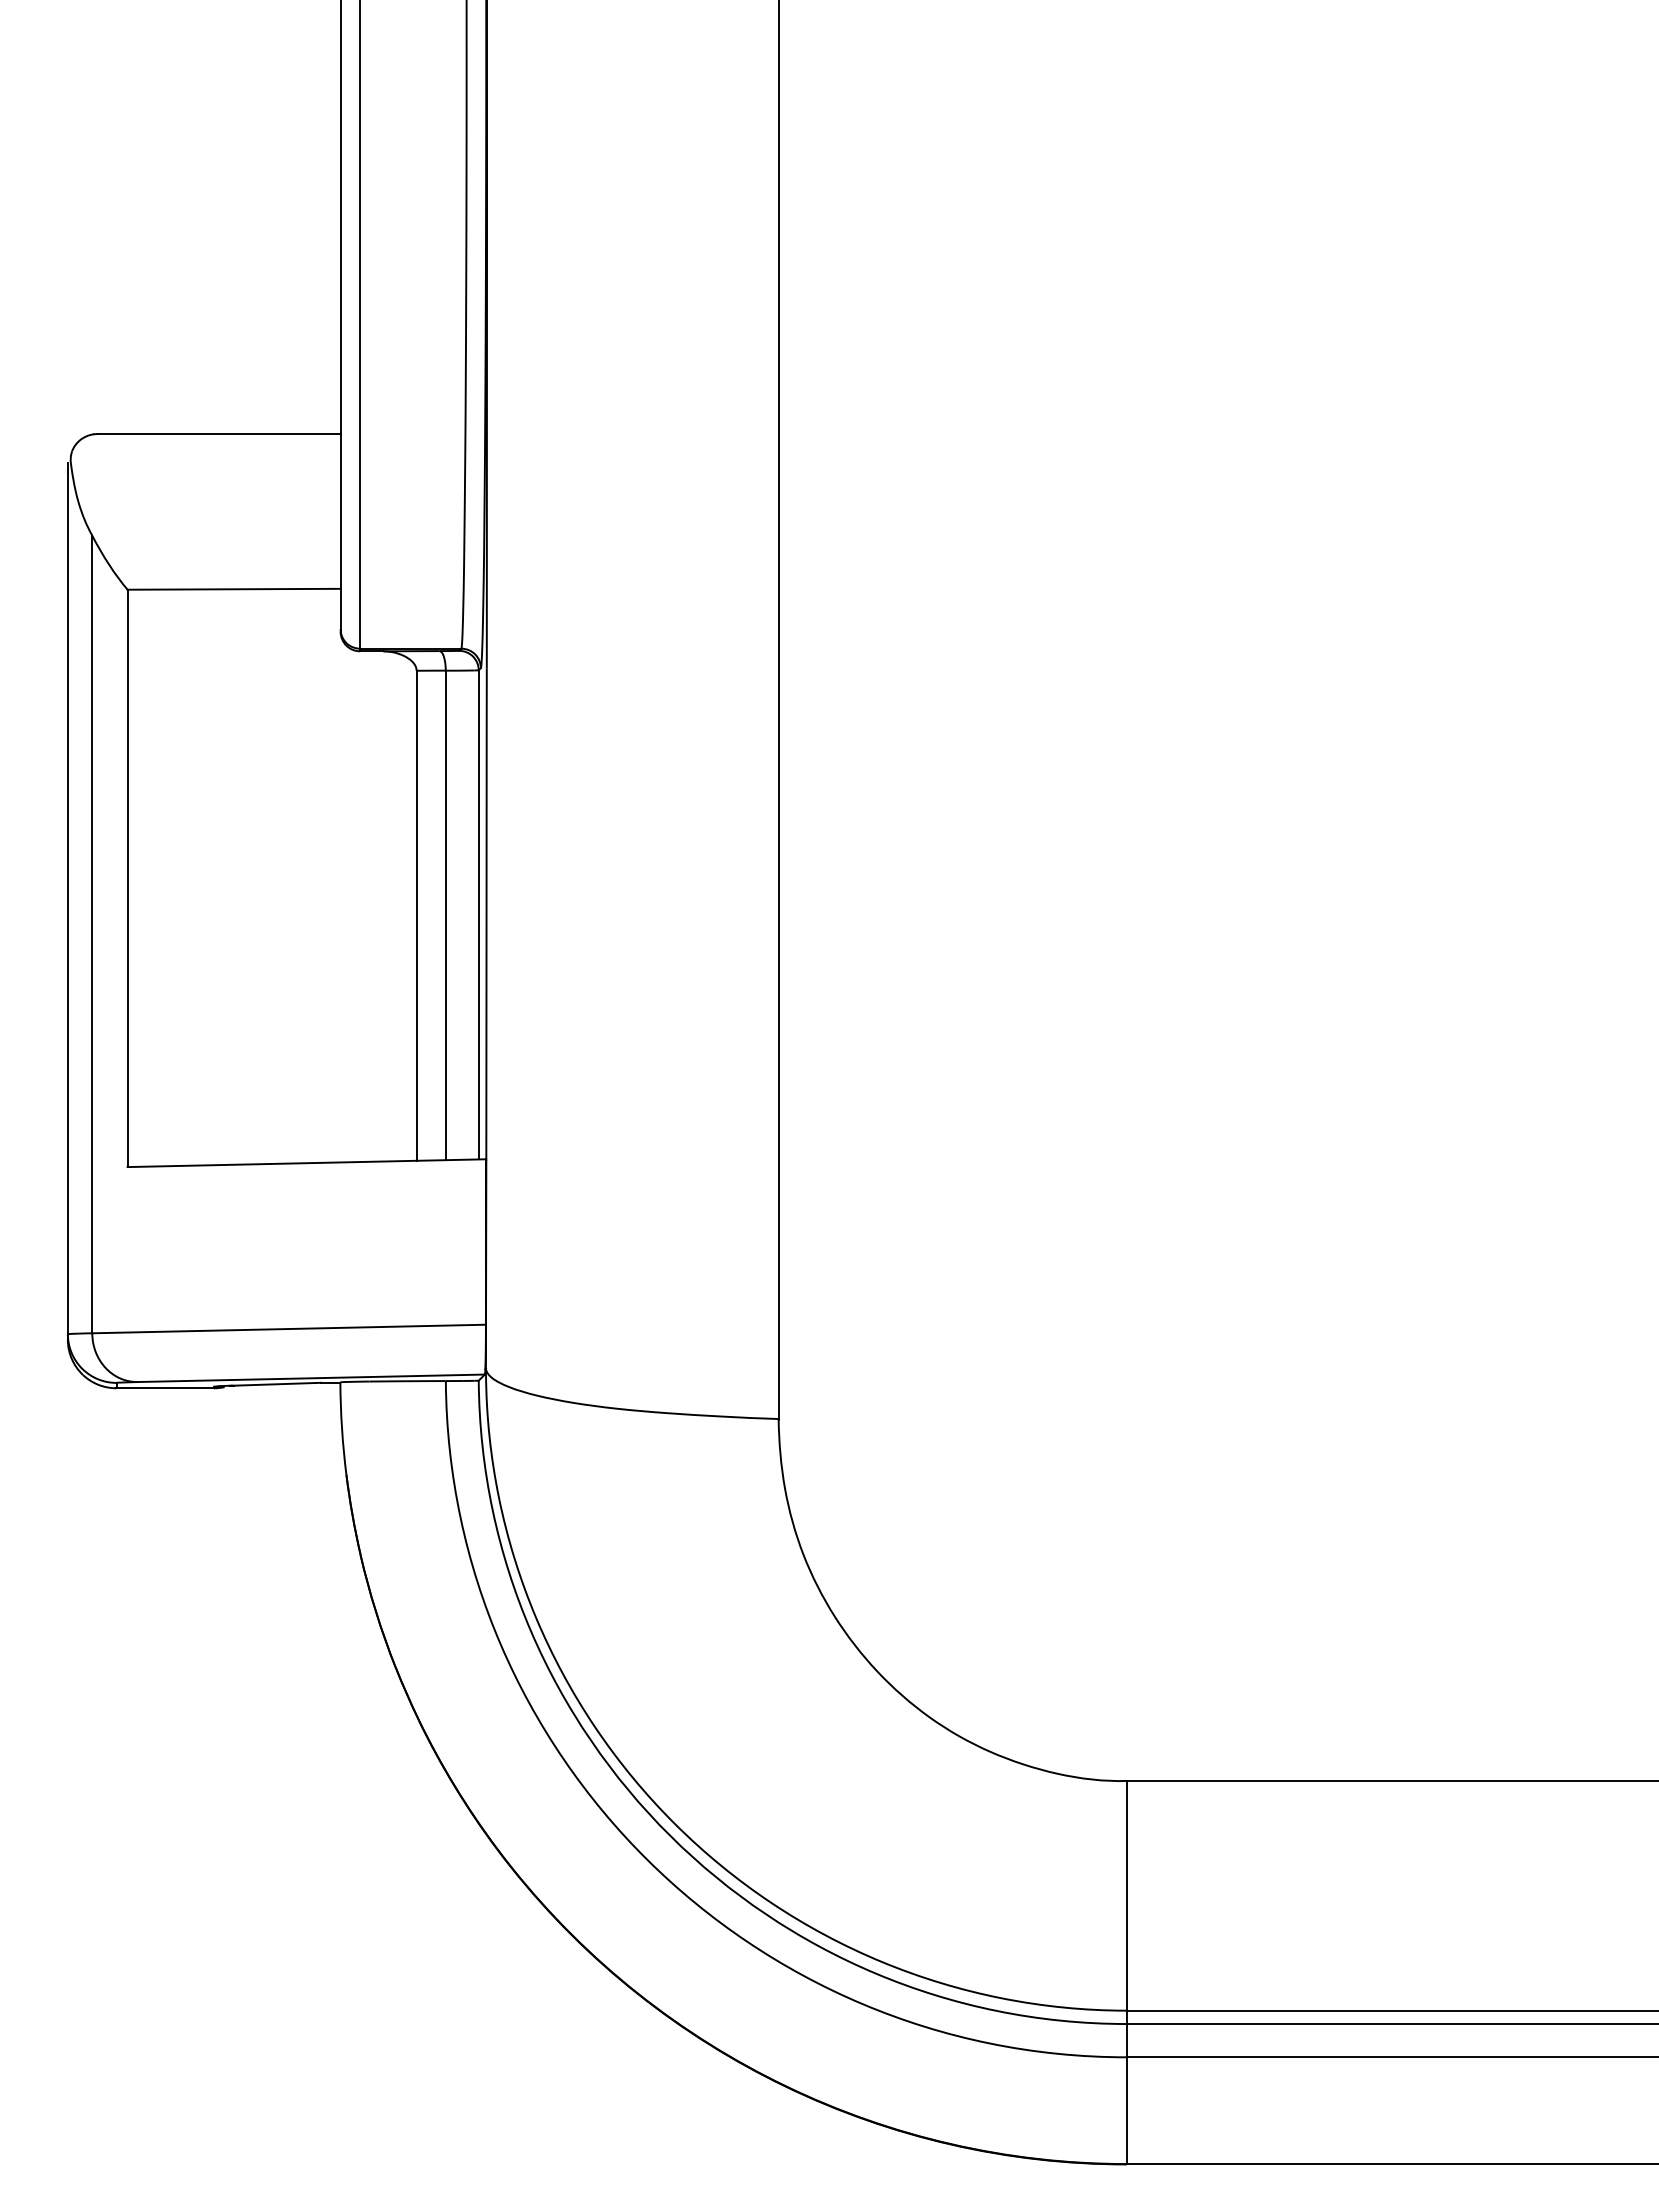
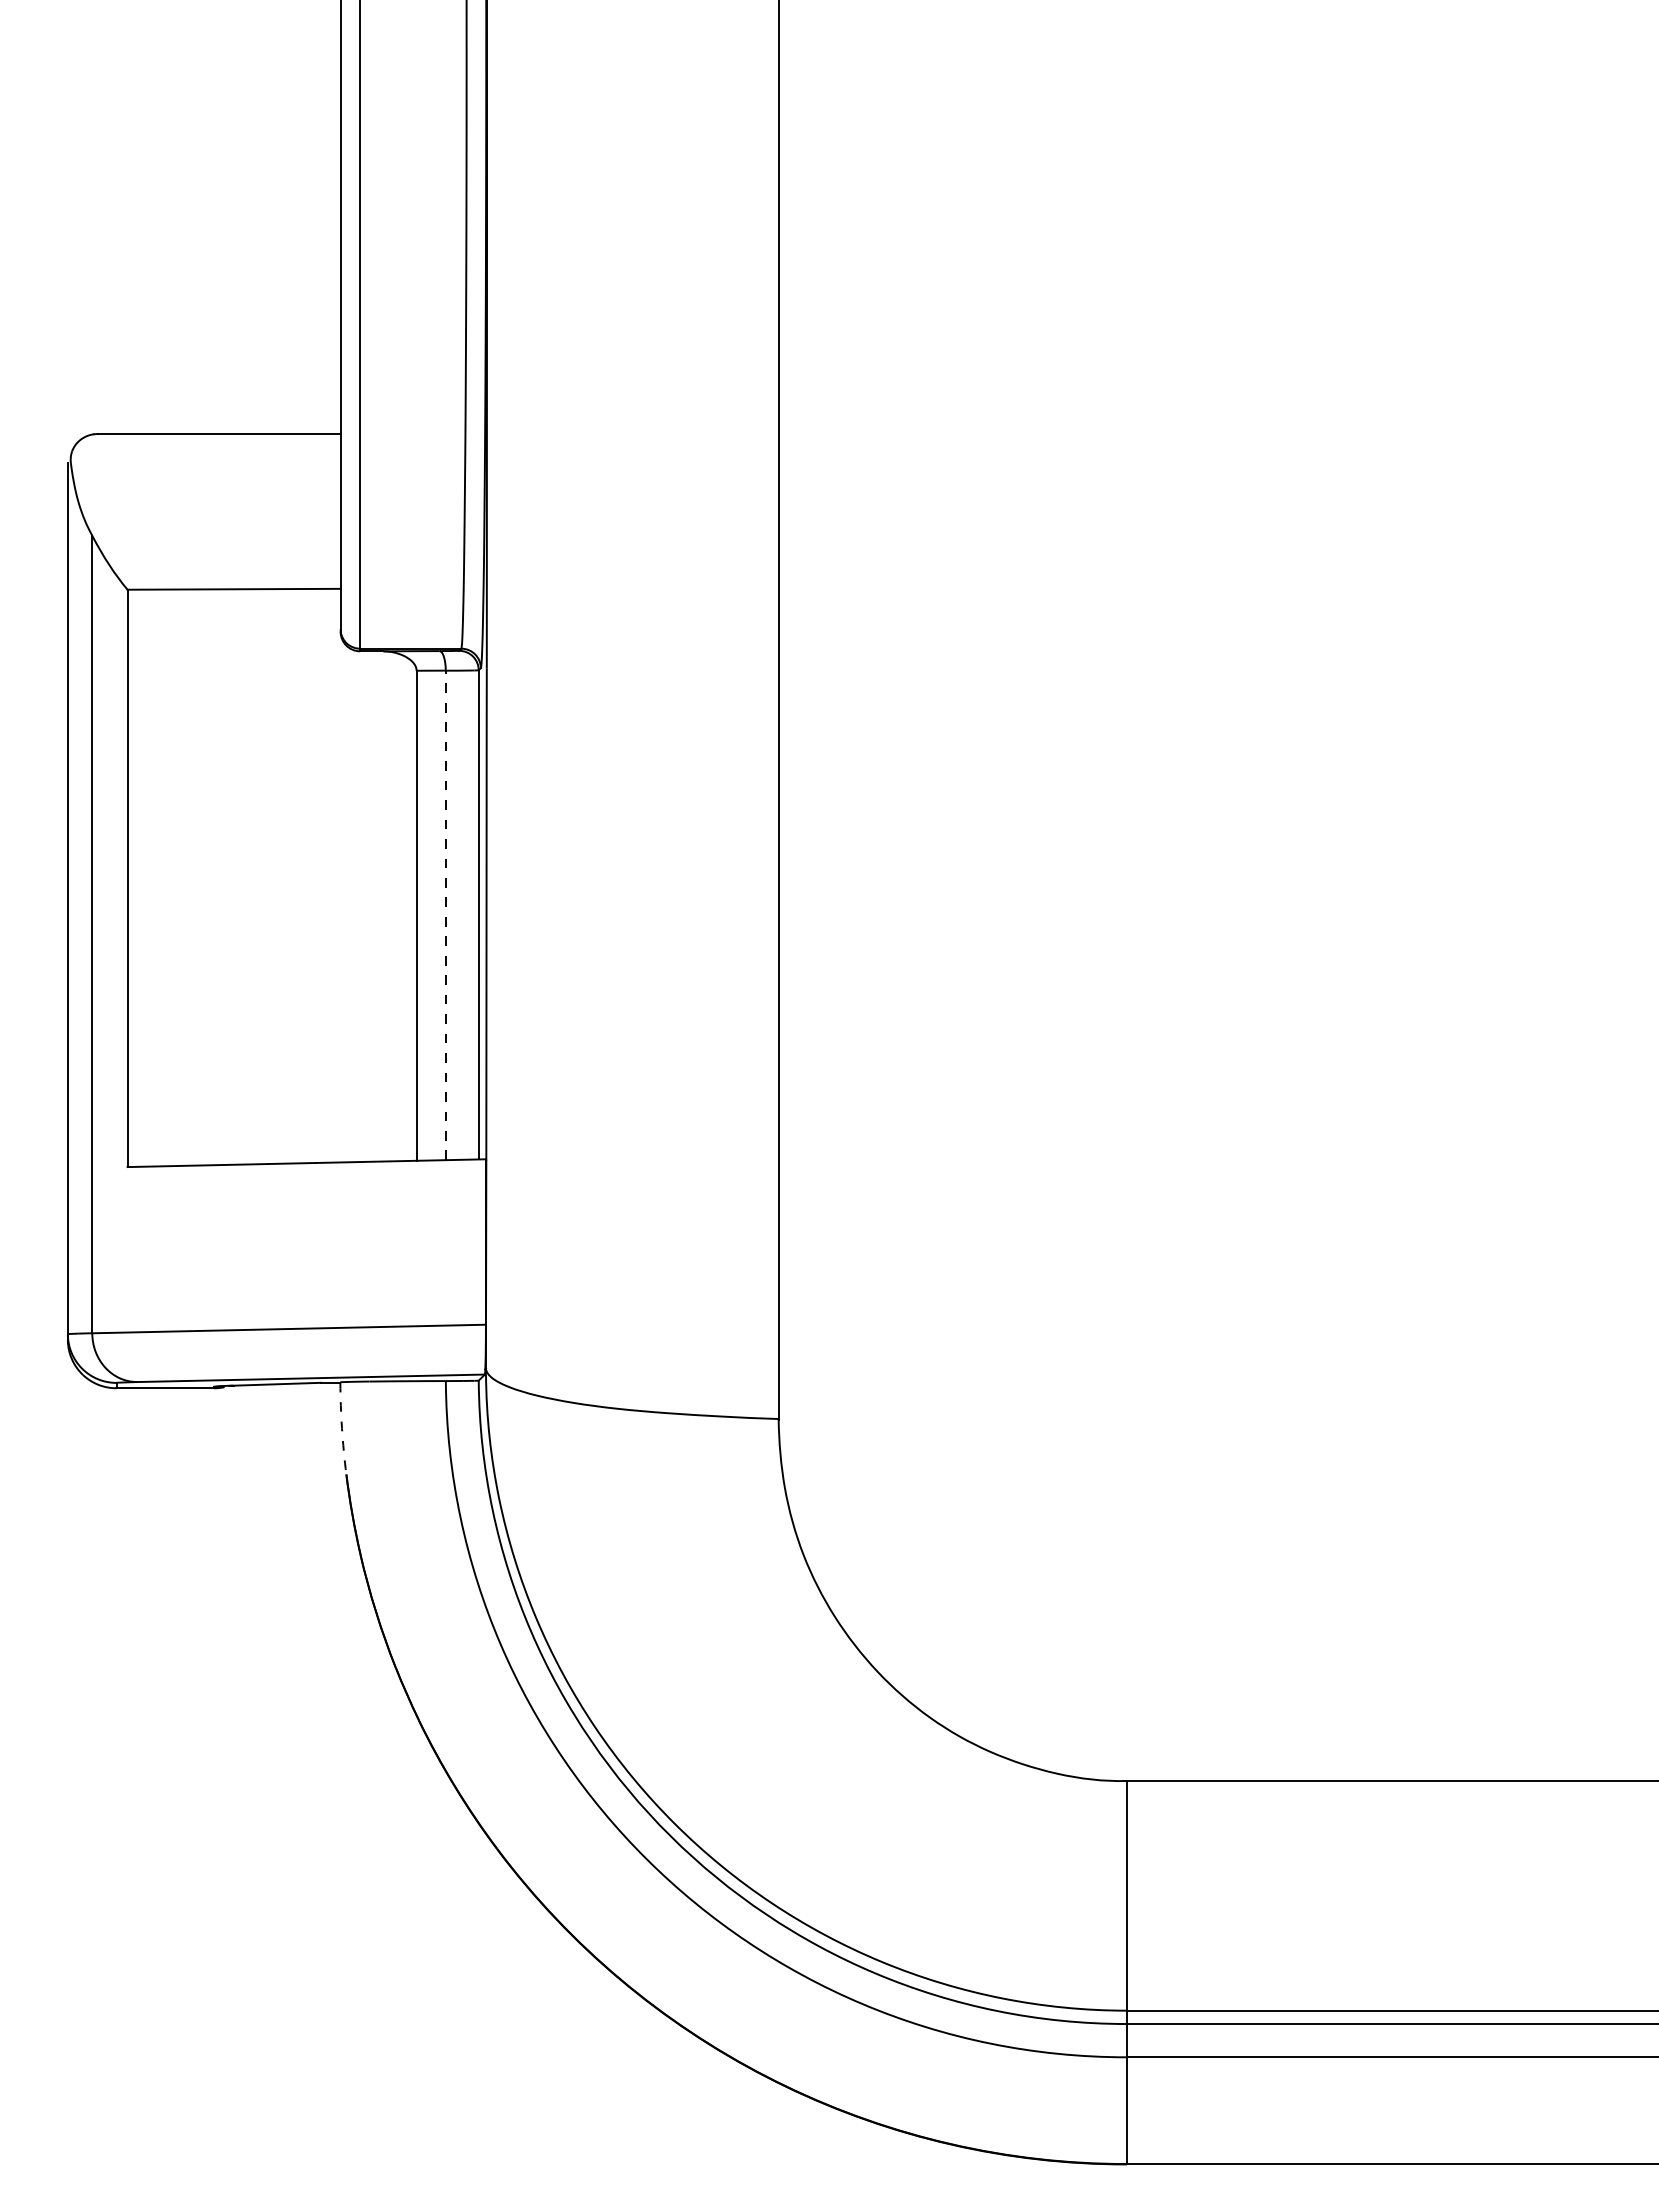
line at (445, 915): solid -> dashed
arc at (342, 1428): solid -> dashed
